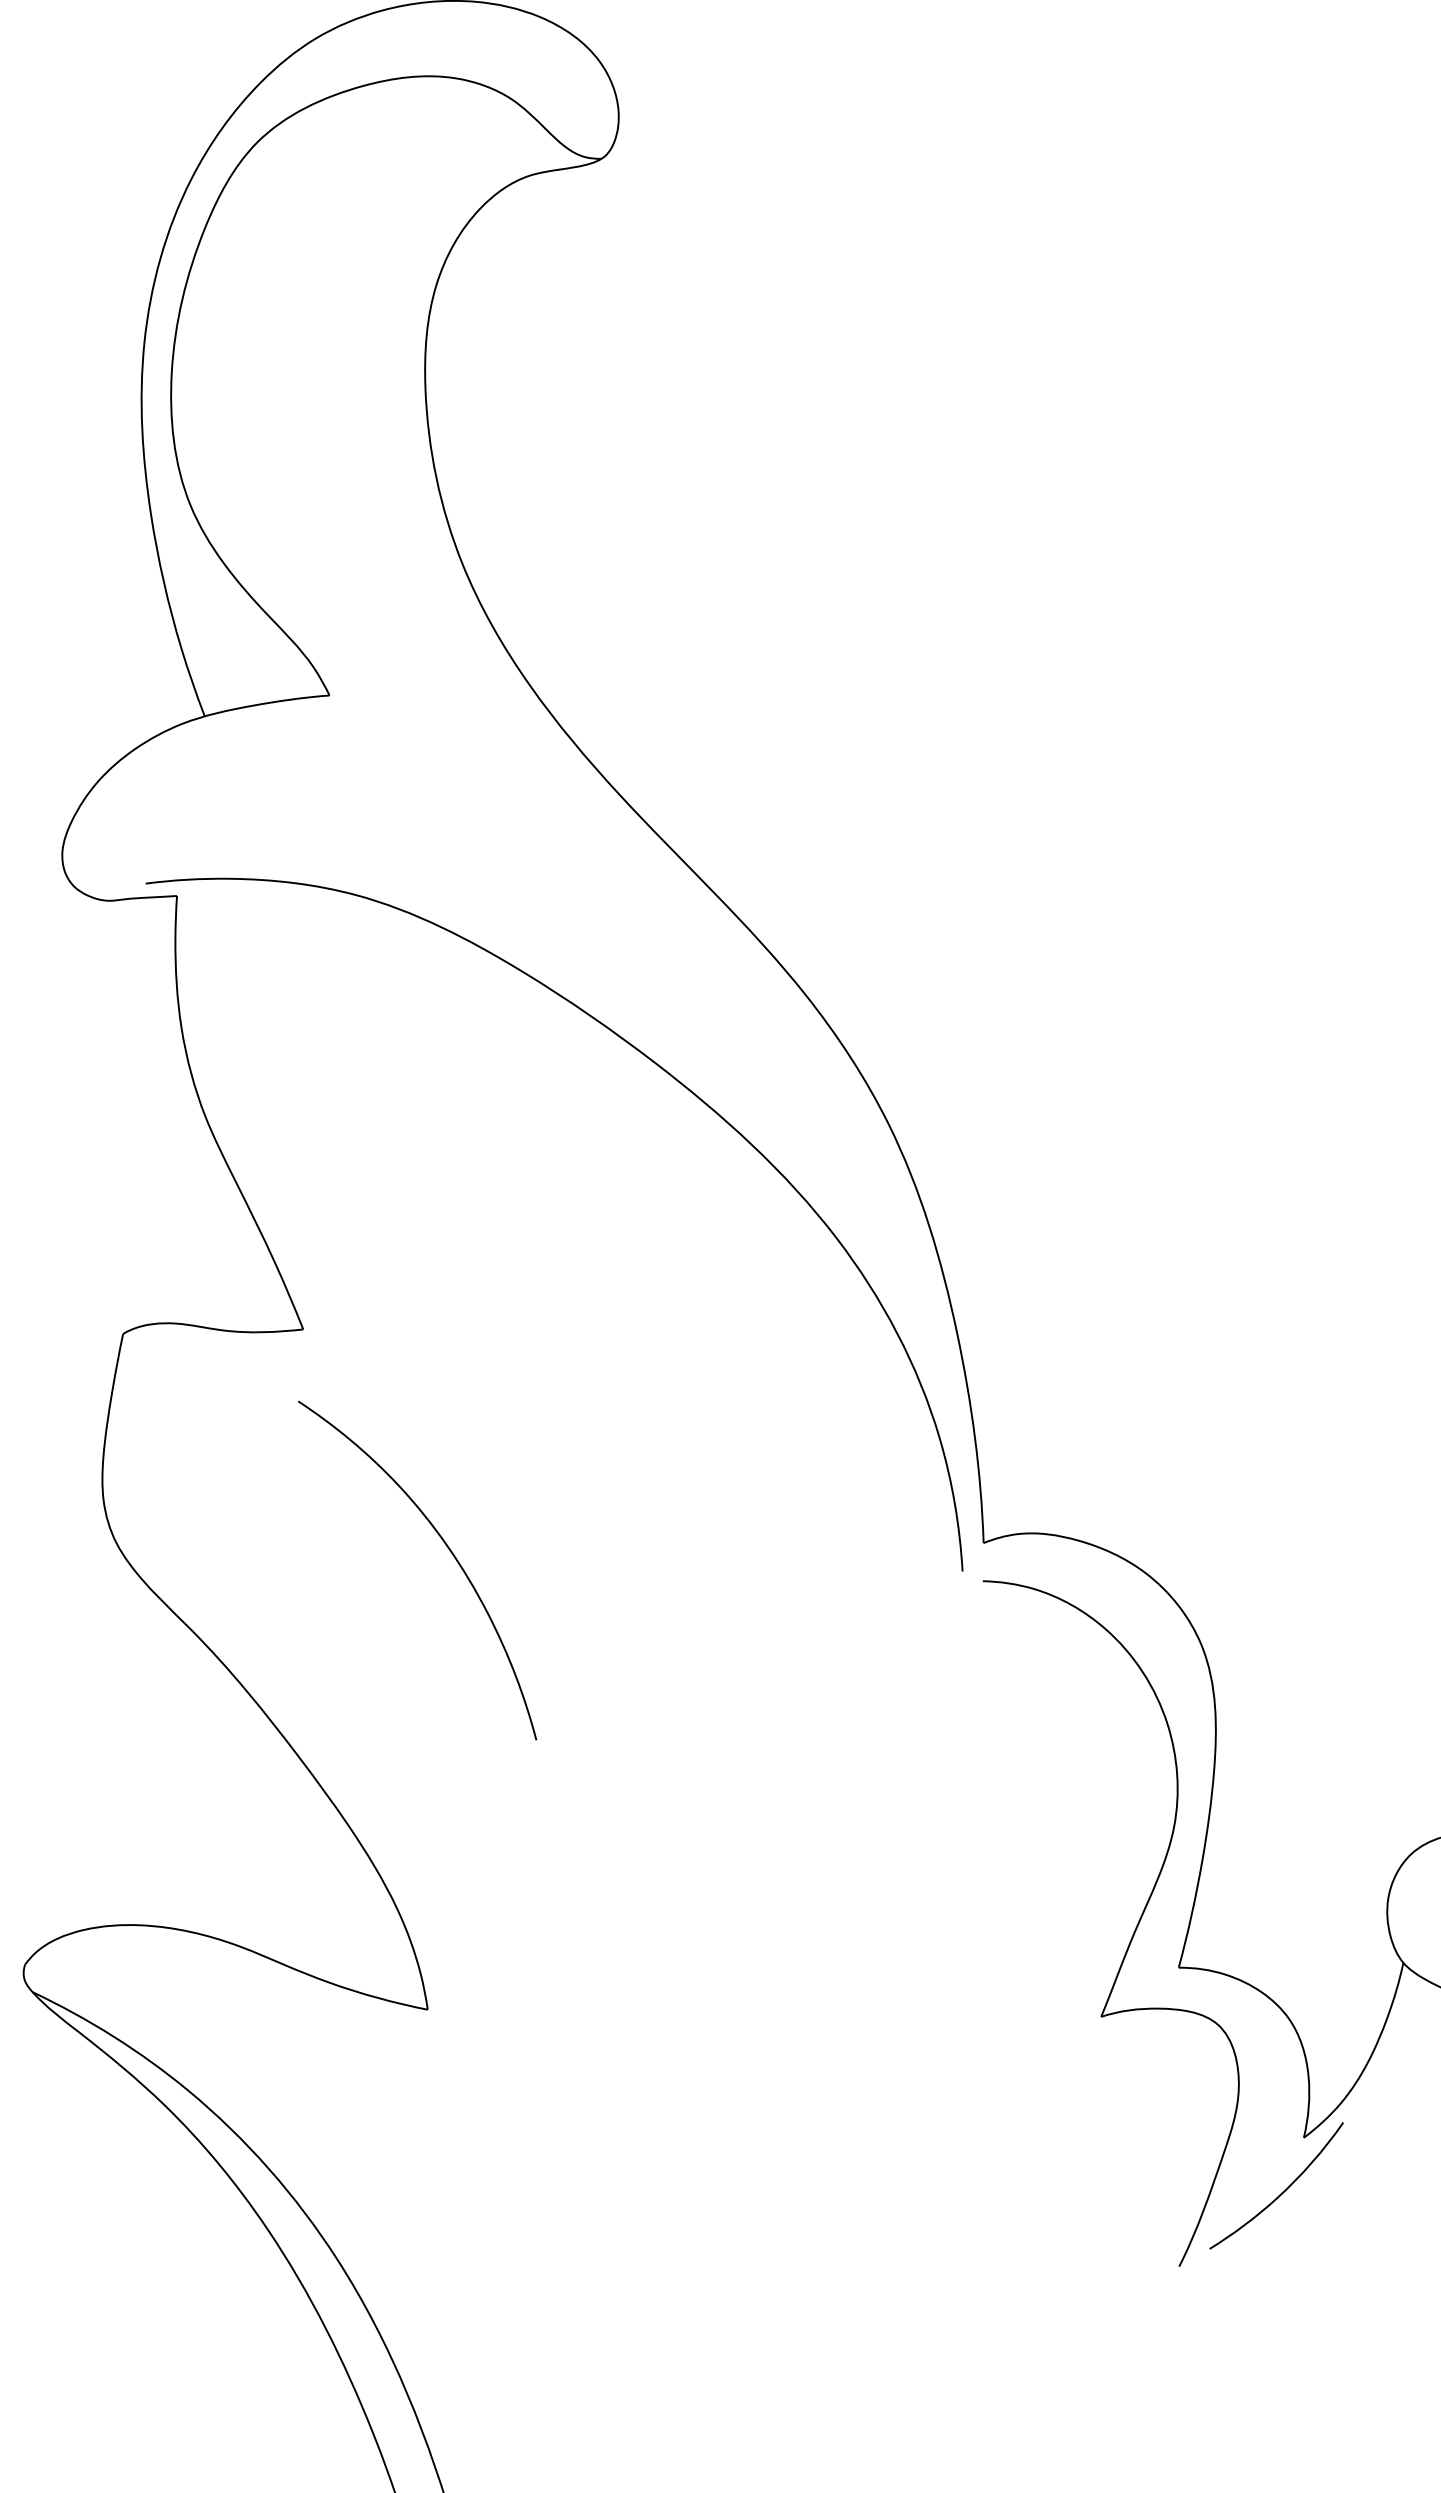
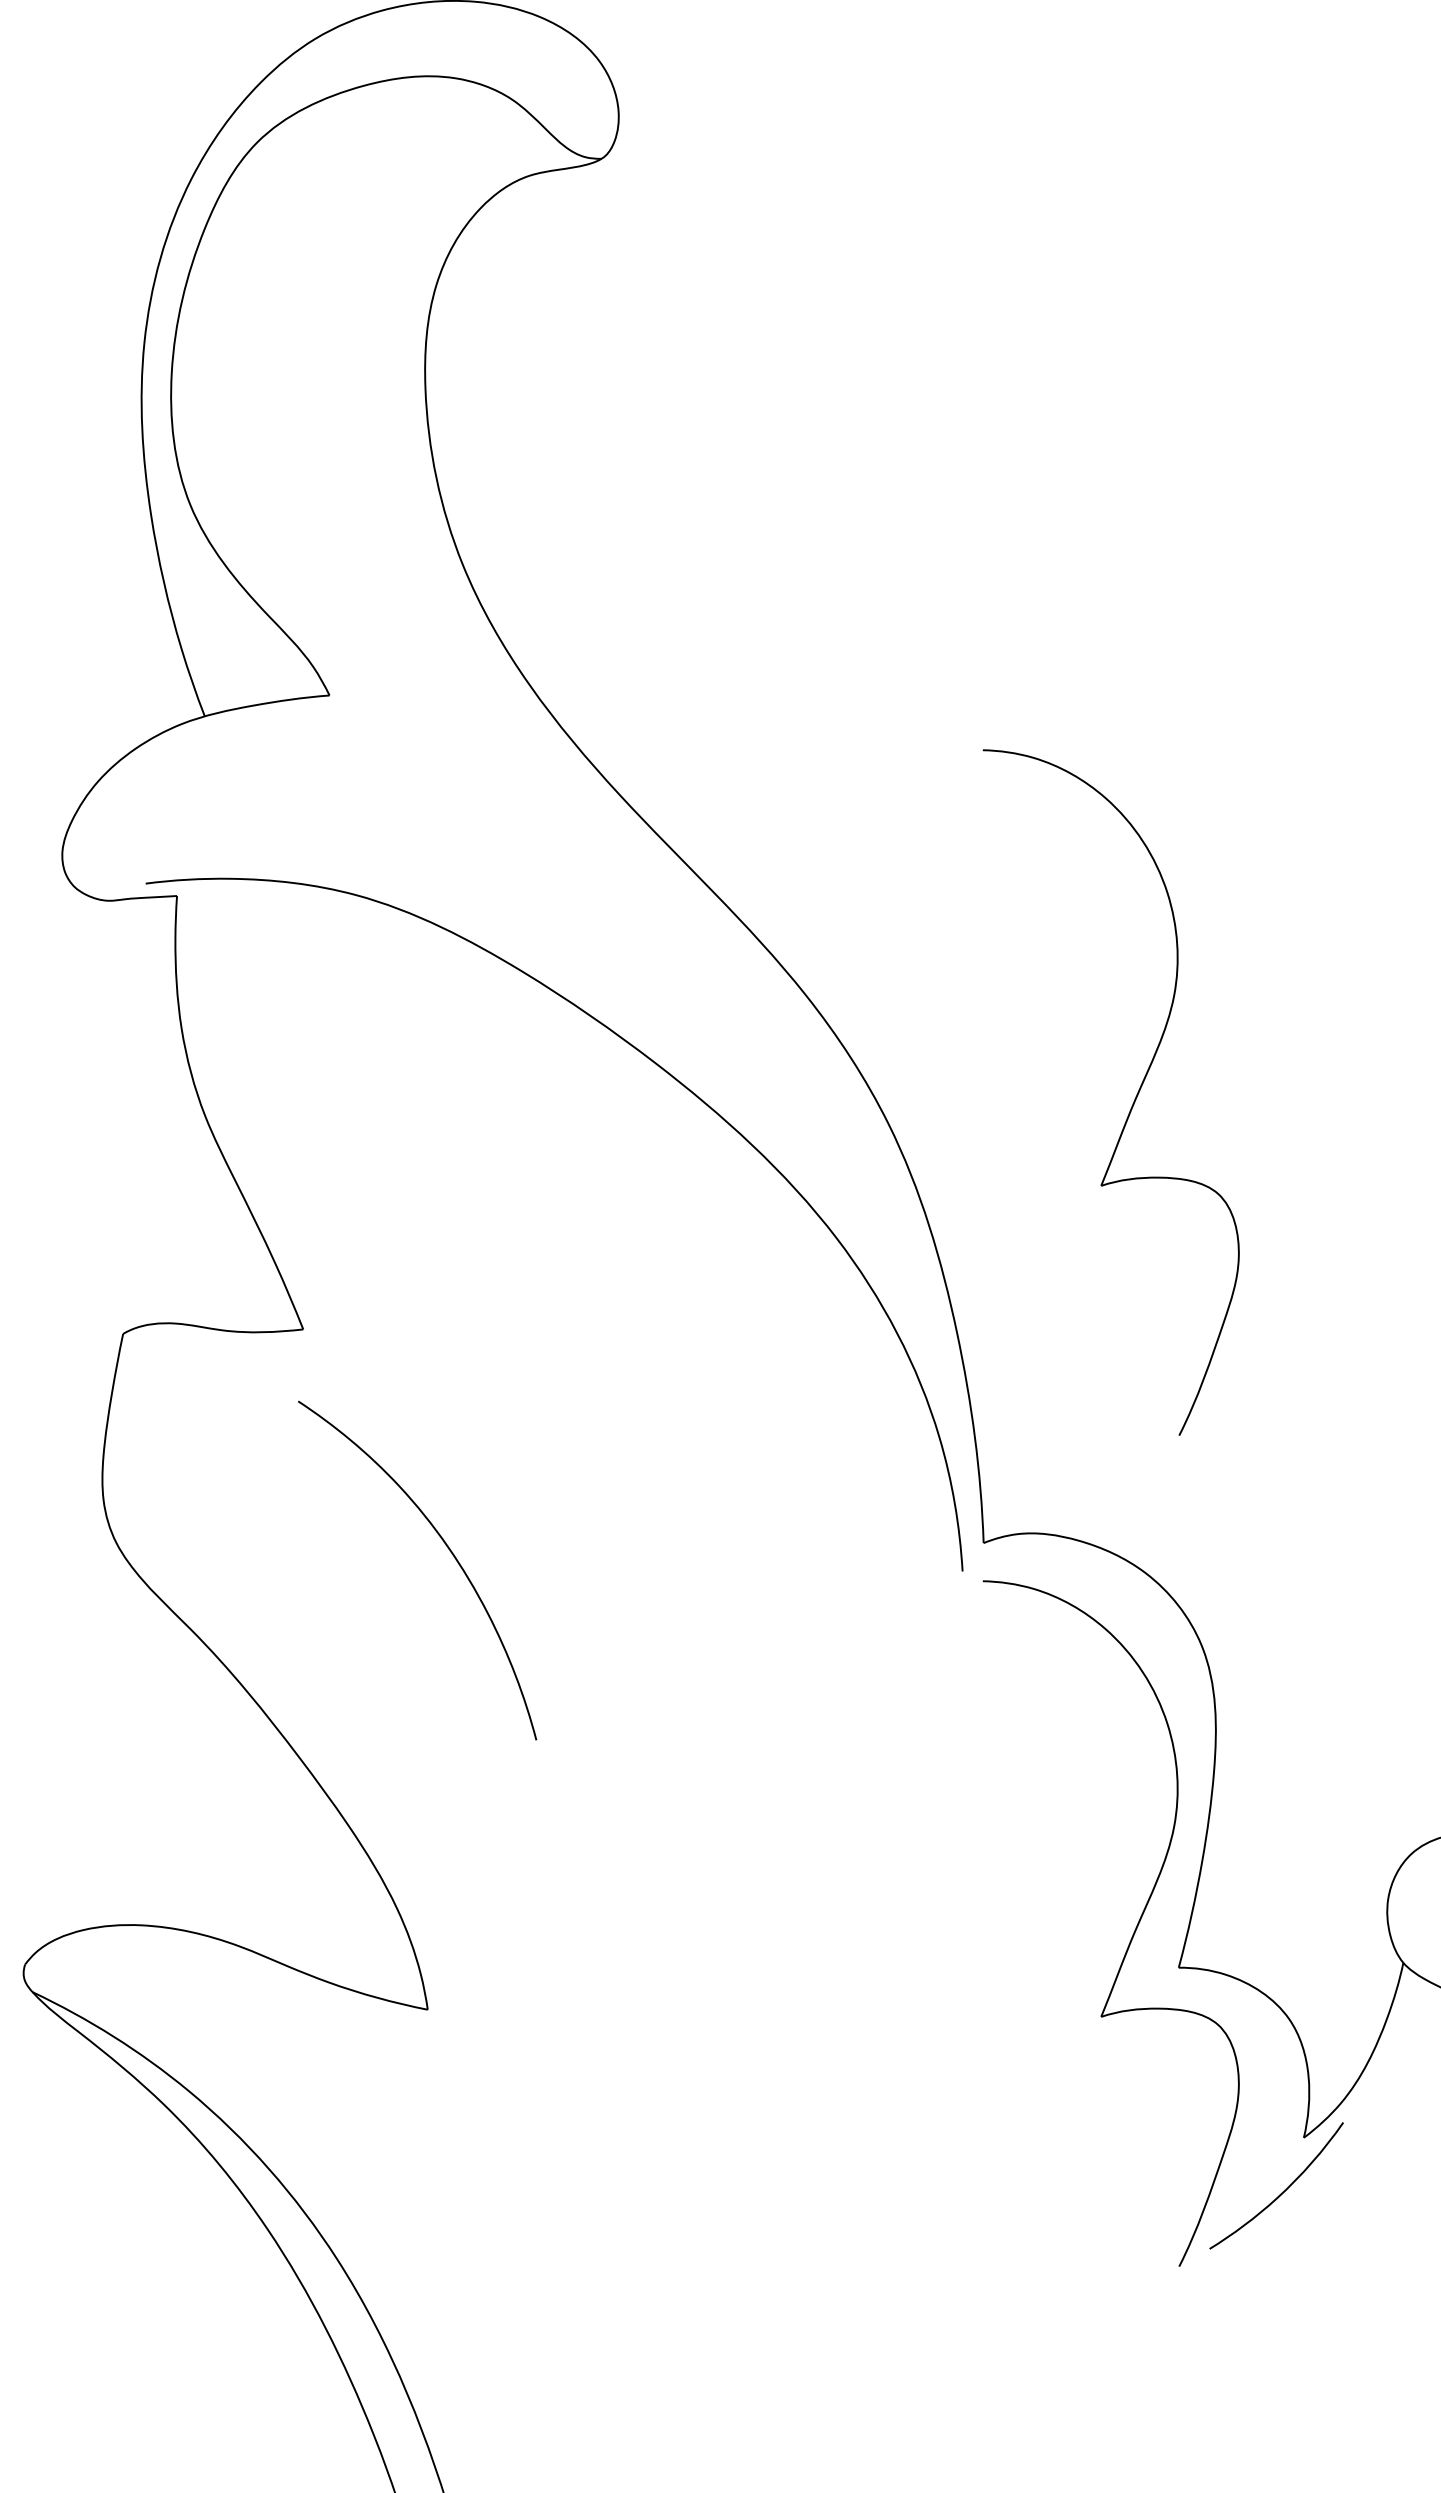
part at (1132, 1103): none -> present
